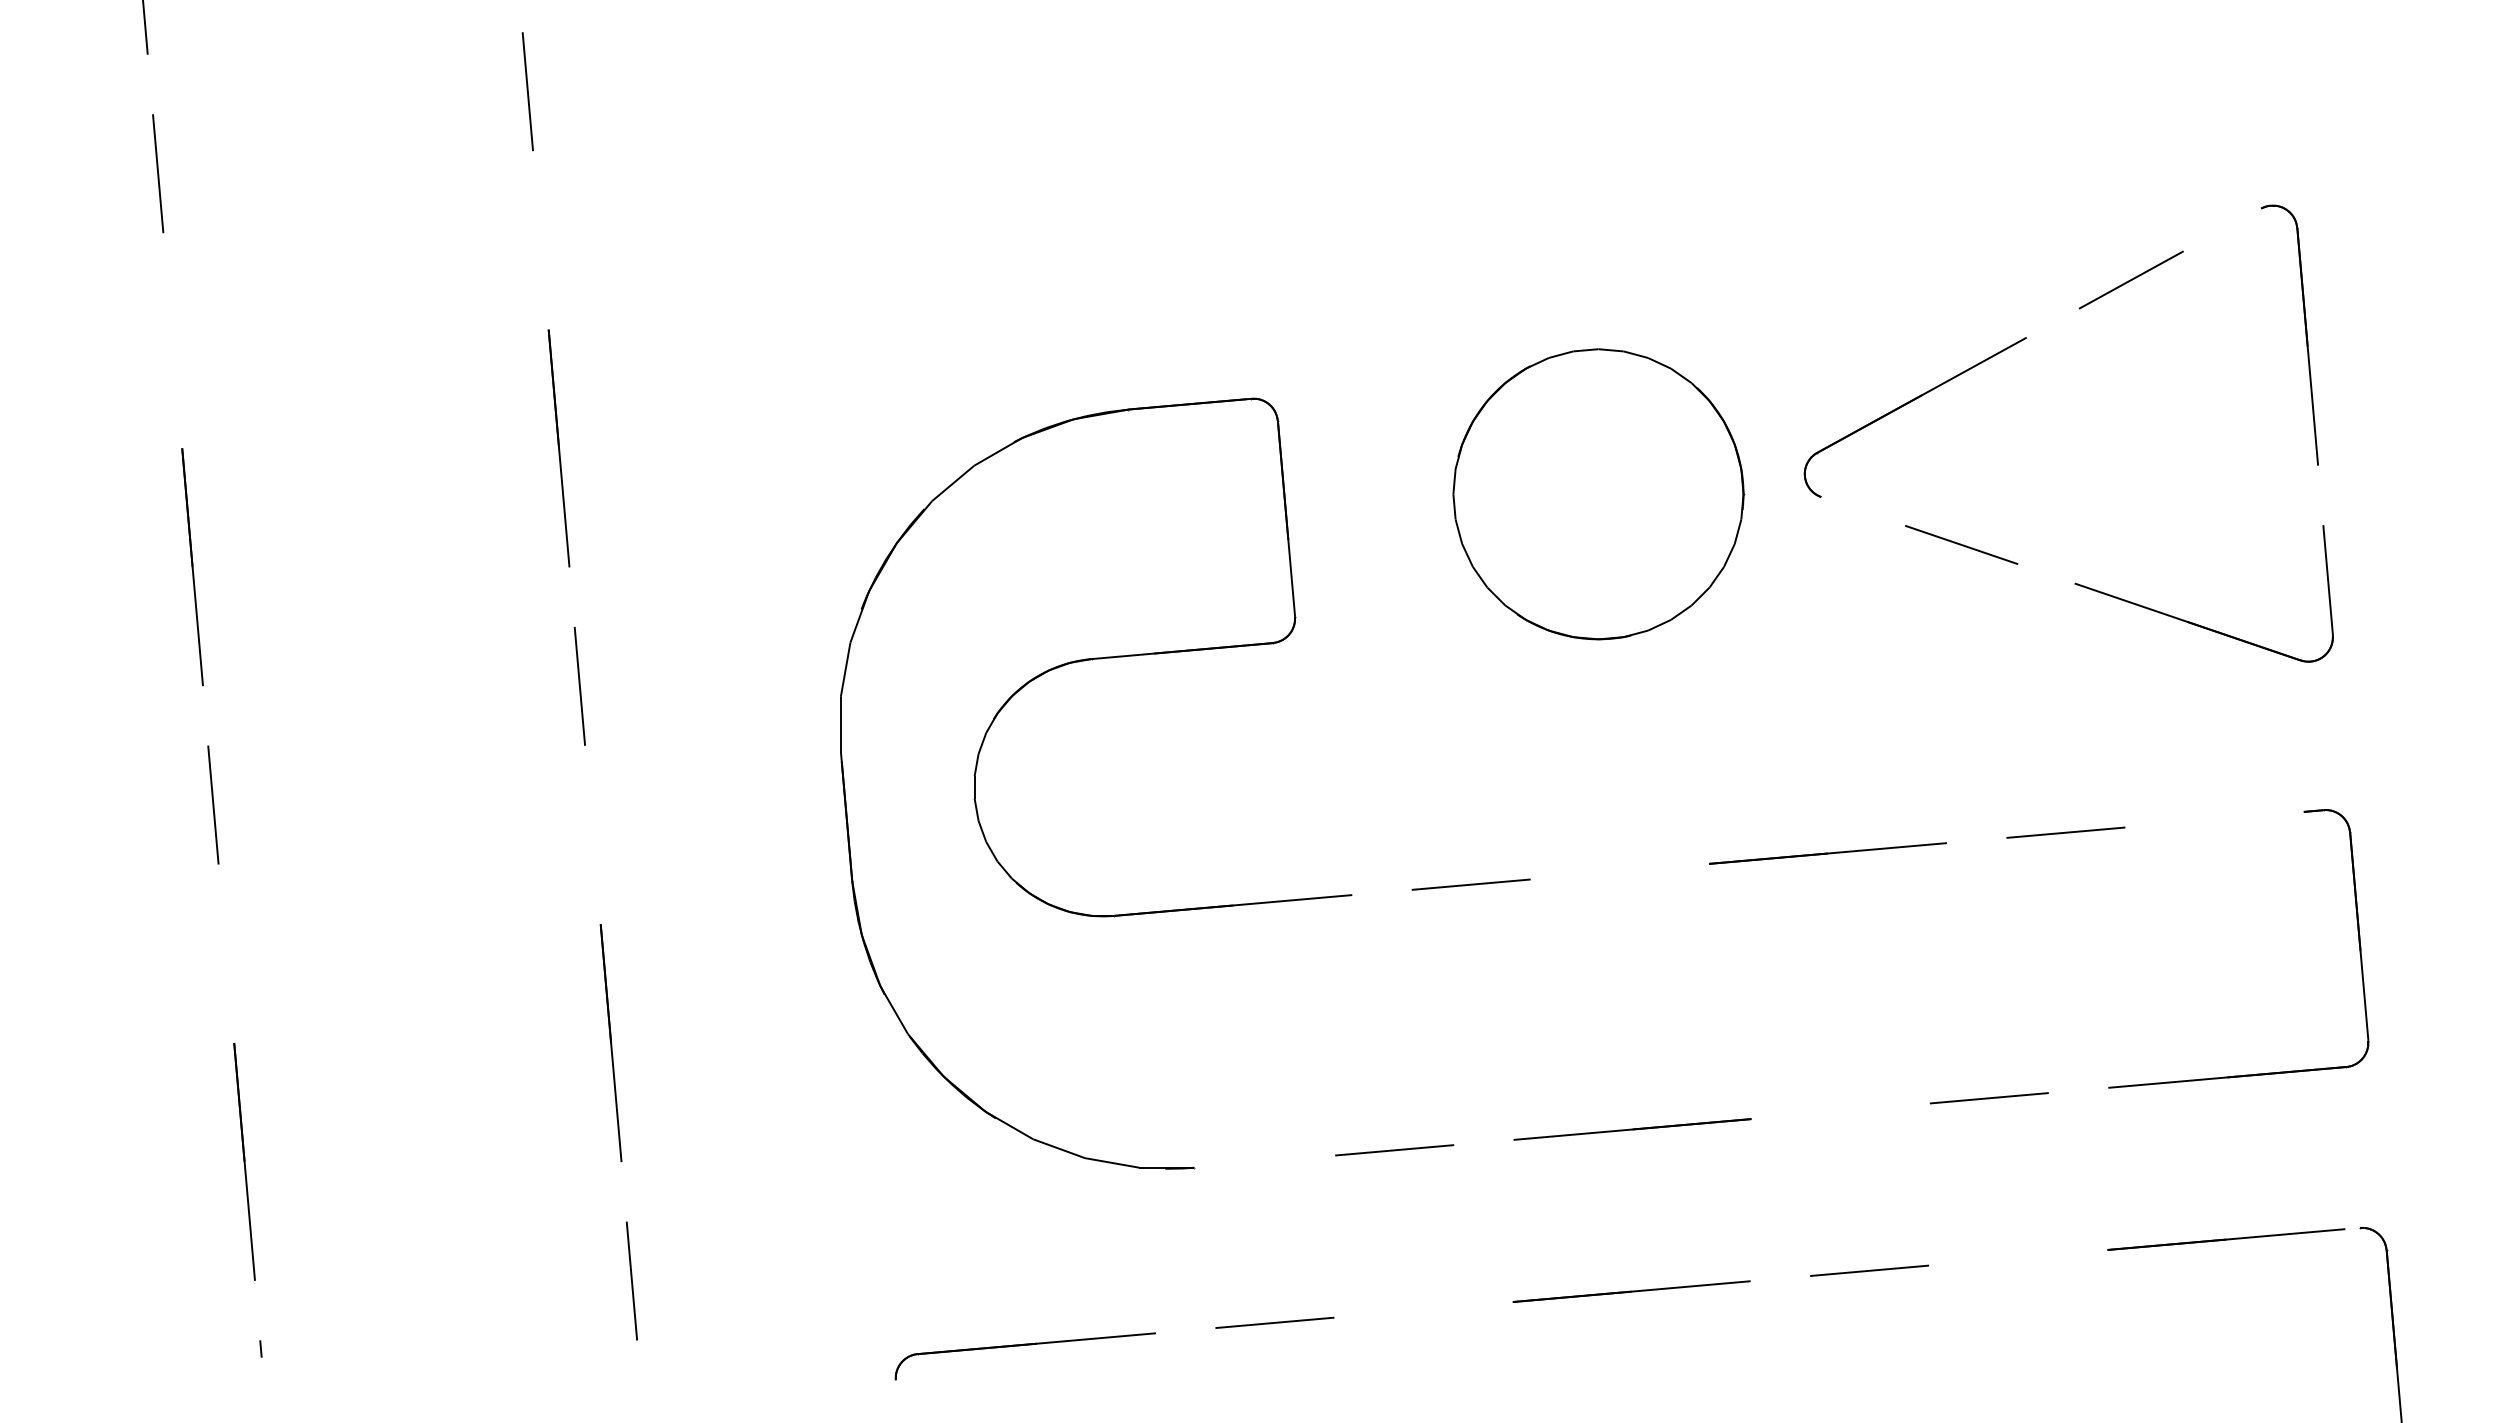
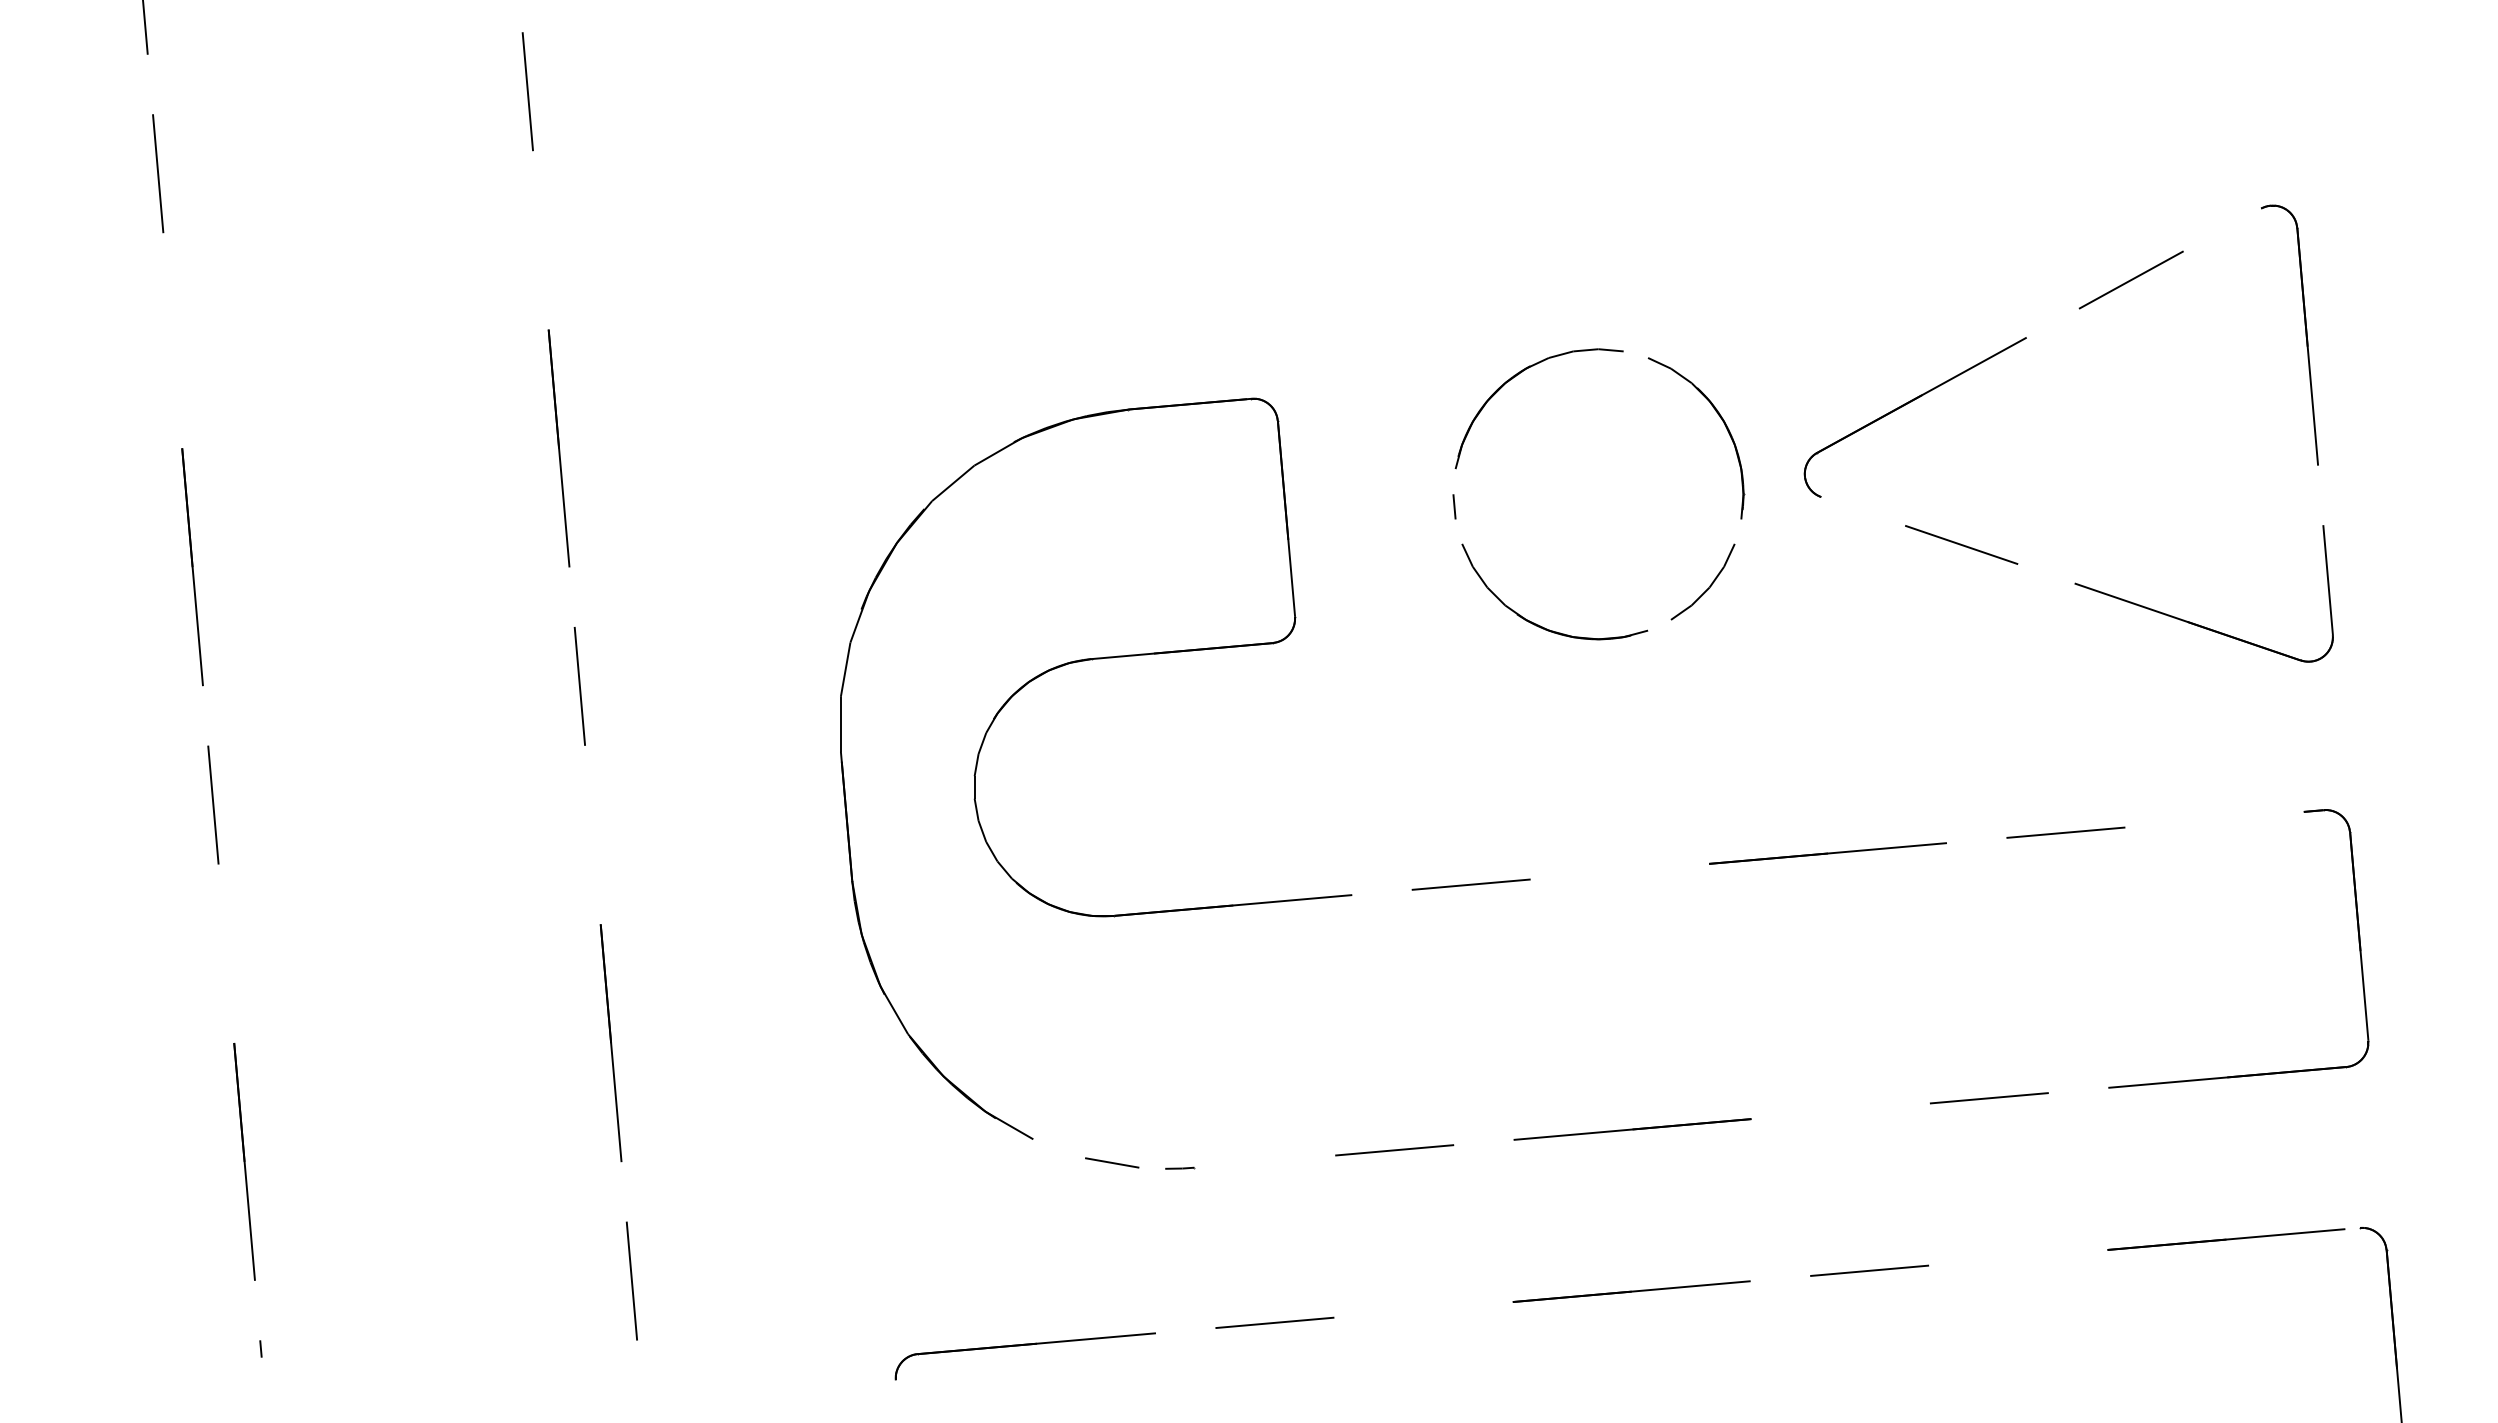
line at (1635, 354): present -> none
line at (1454, 481): present -> none
line at (1458, 531): present -> none
line at (1737, 531): present -> none
line at (1659, 624): present -> none
line at (1059, 1148): present -> none
line at (1166, 1167): present -> none
